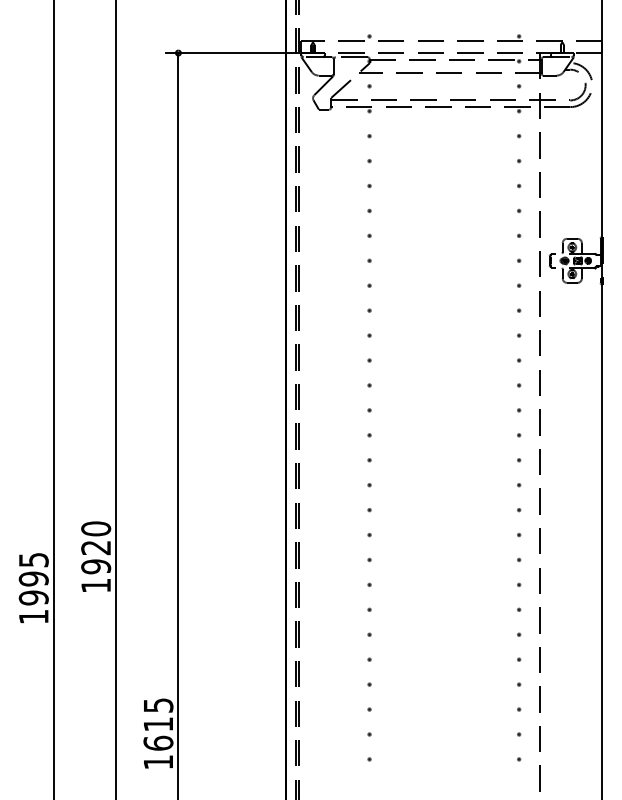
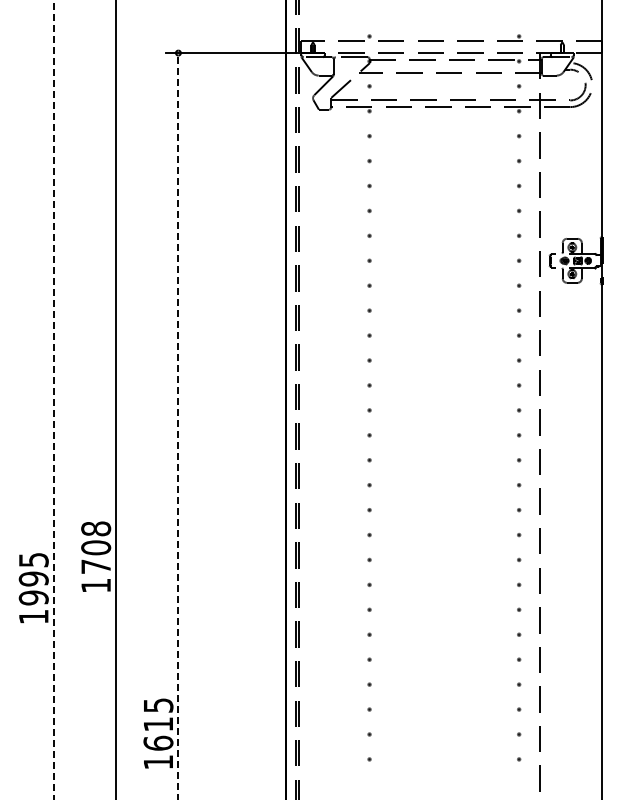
line at (53, 400): solid -> dashed
line at (178, 425): solid -> dashed
text at (96, 547): 1920 -> 1708
